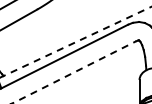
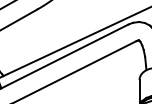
line at (76, 42): dashed -> solid
line at (73, 72): dashed -> solid
